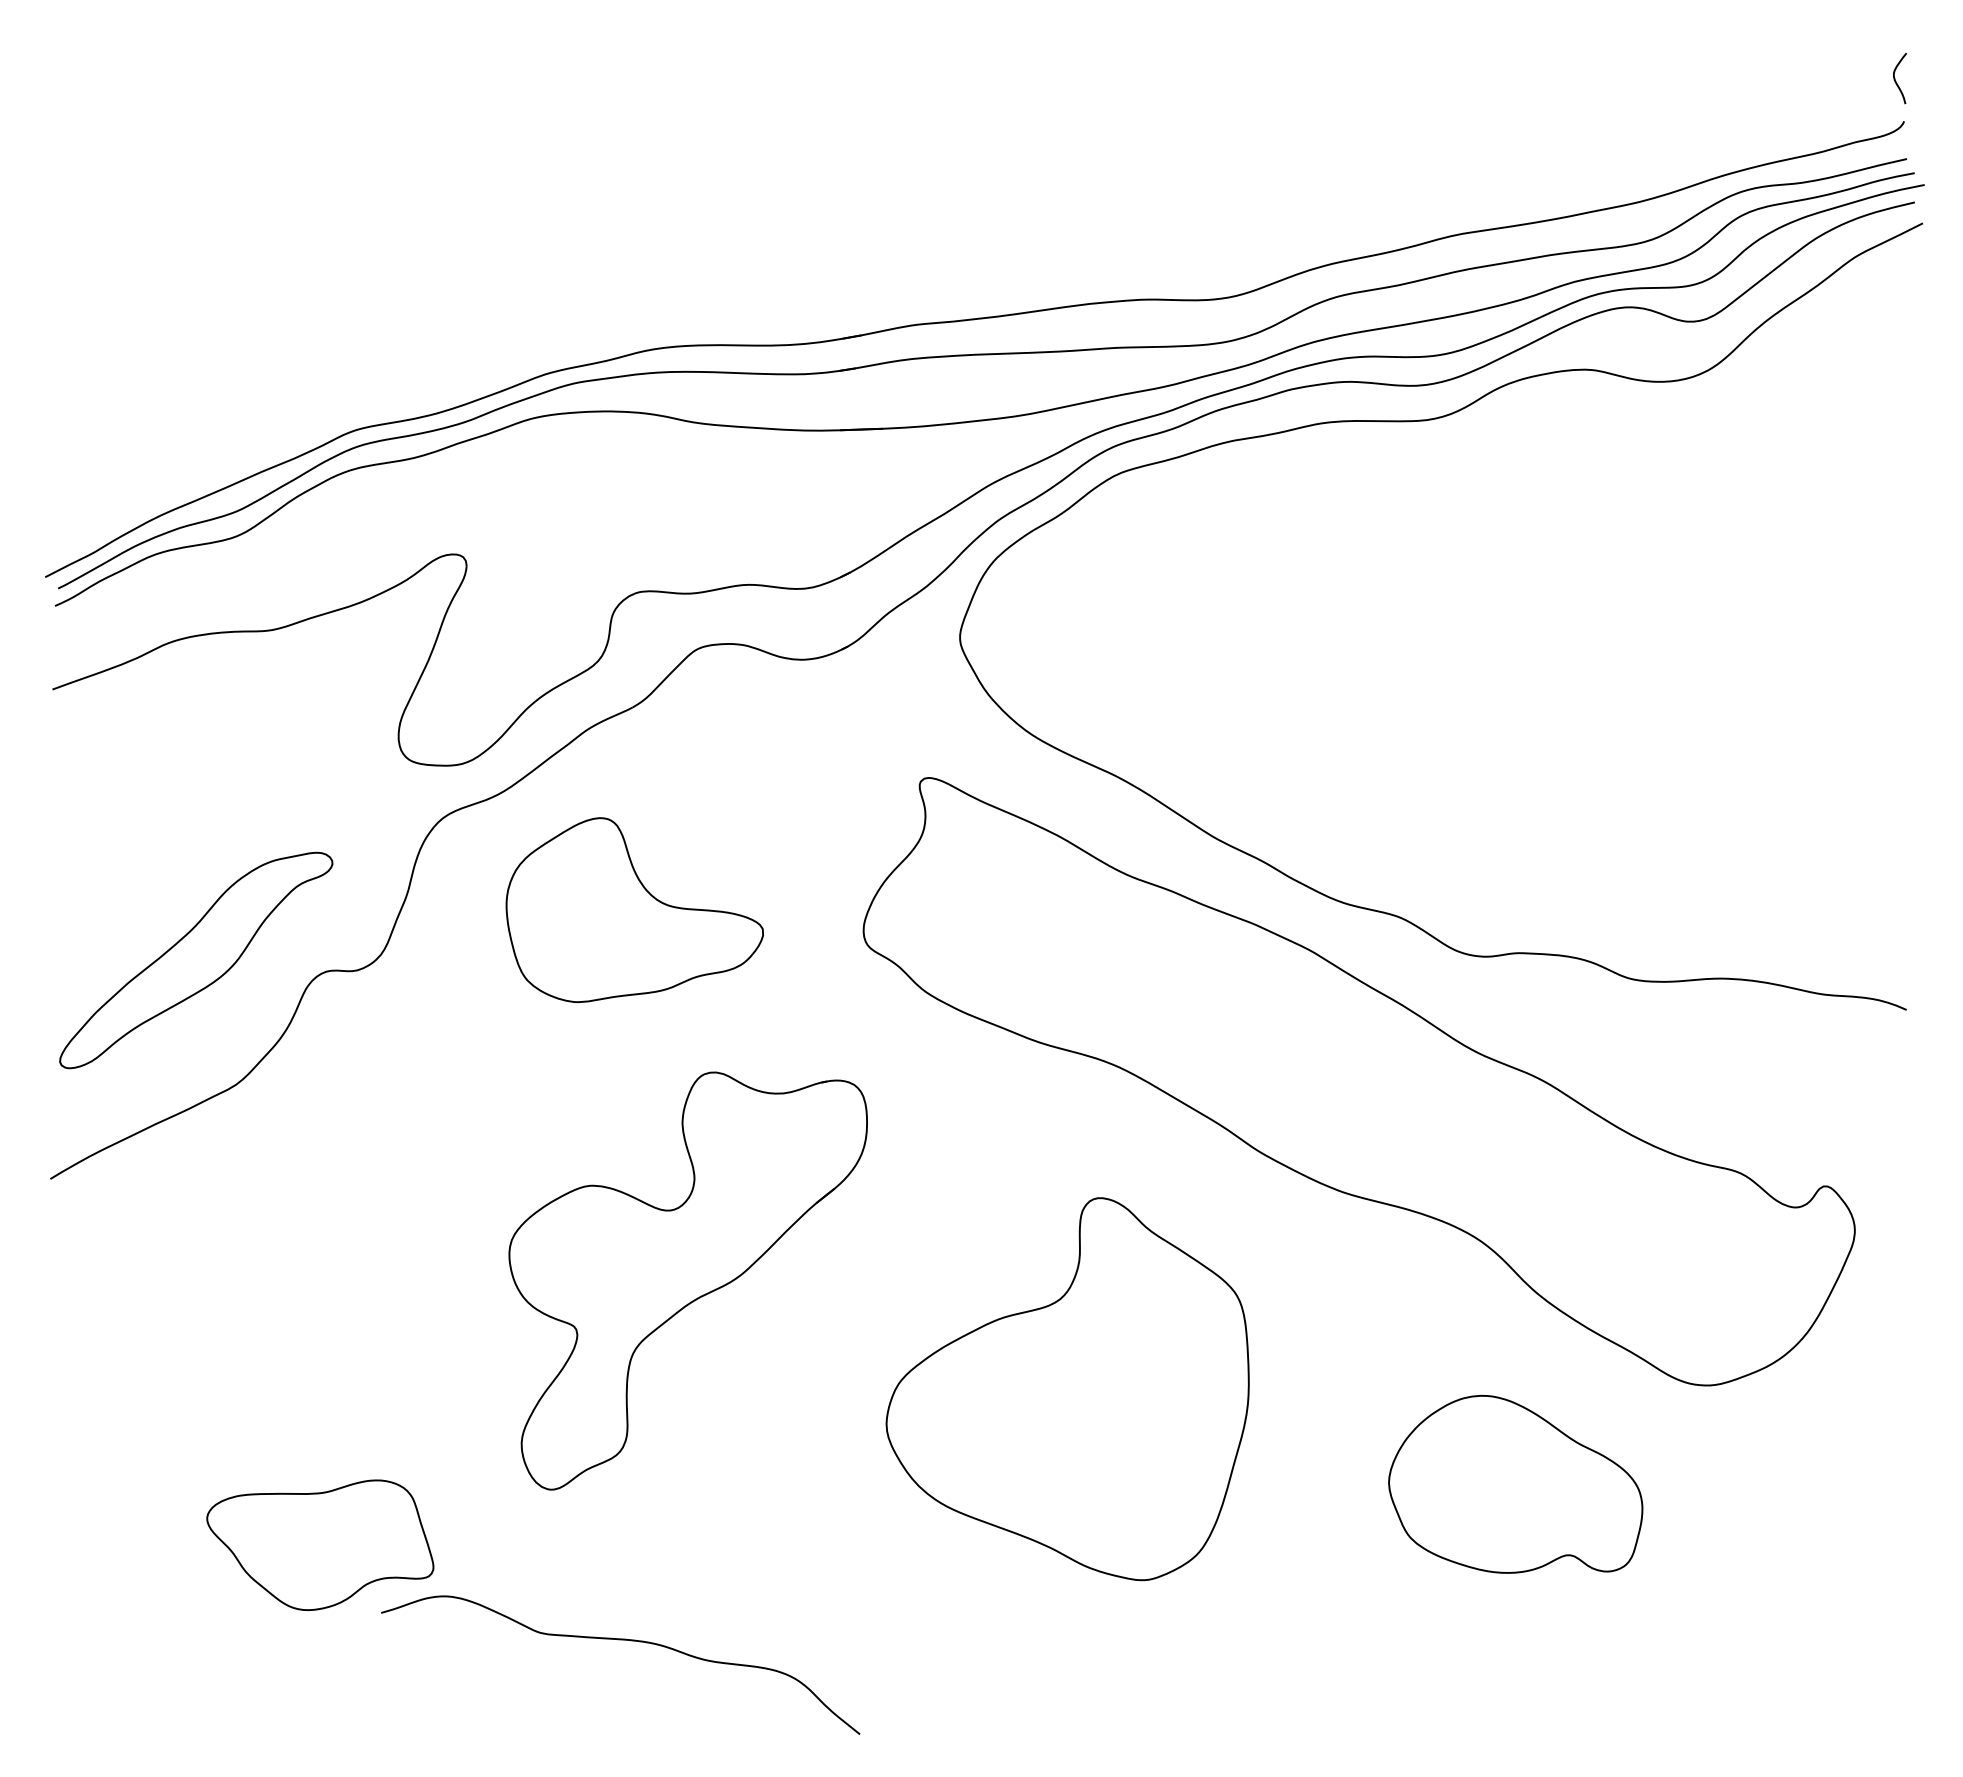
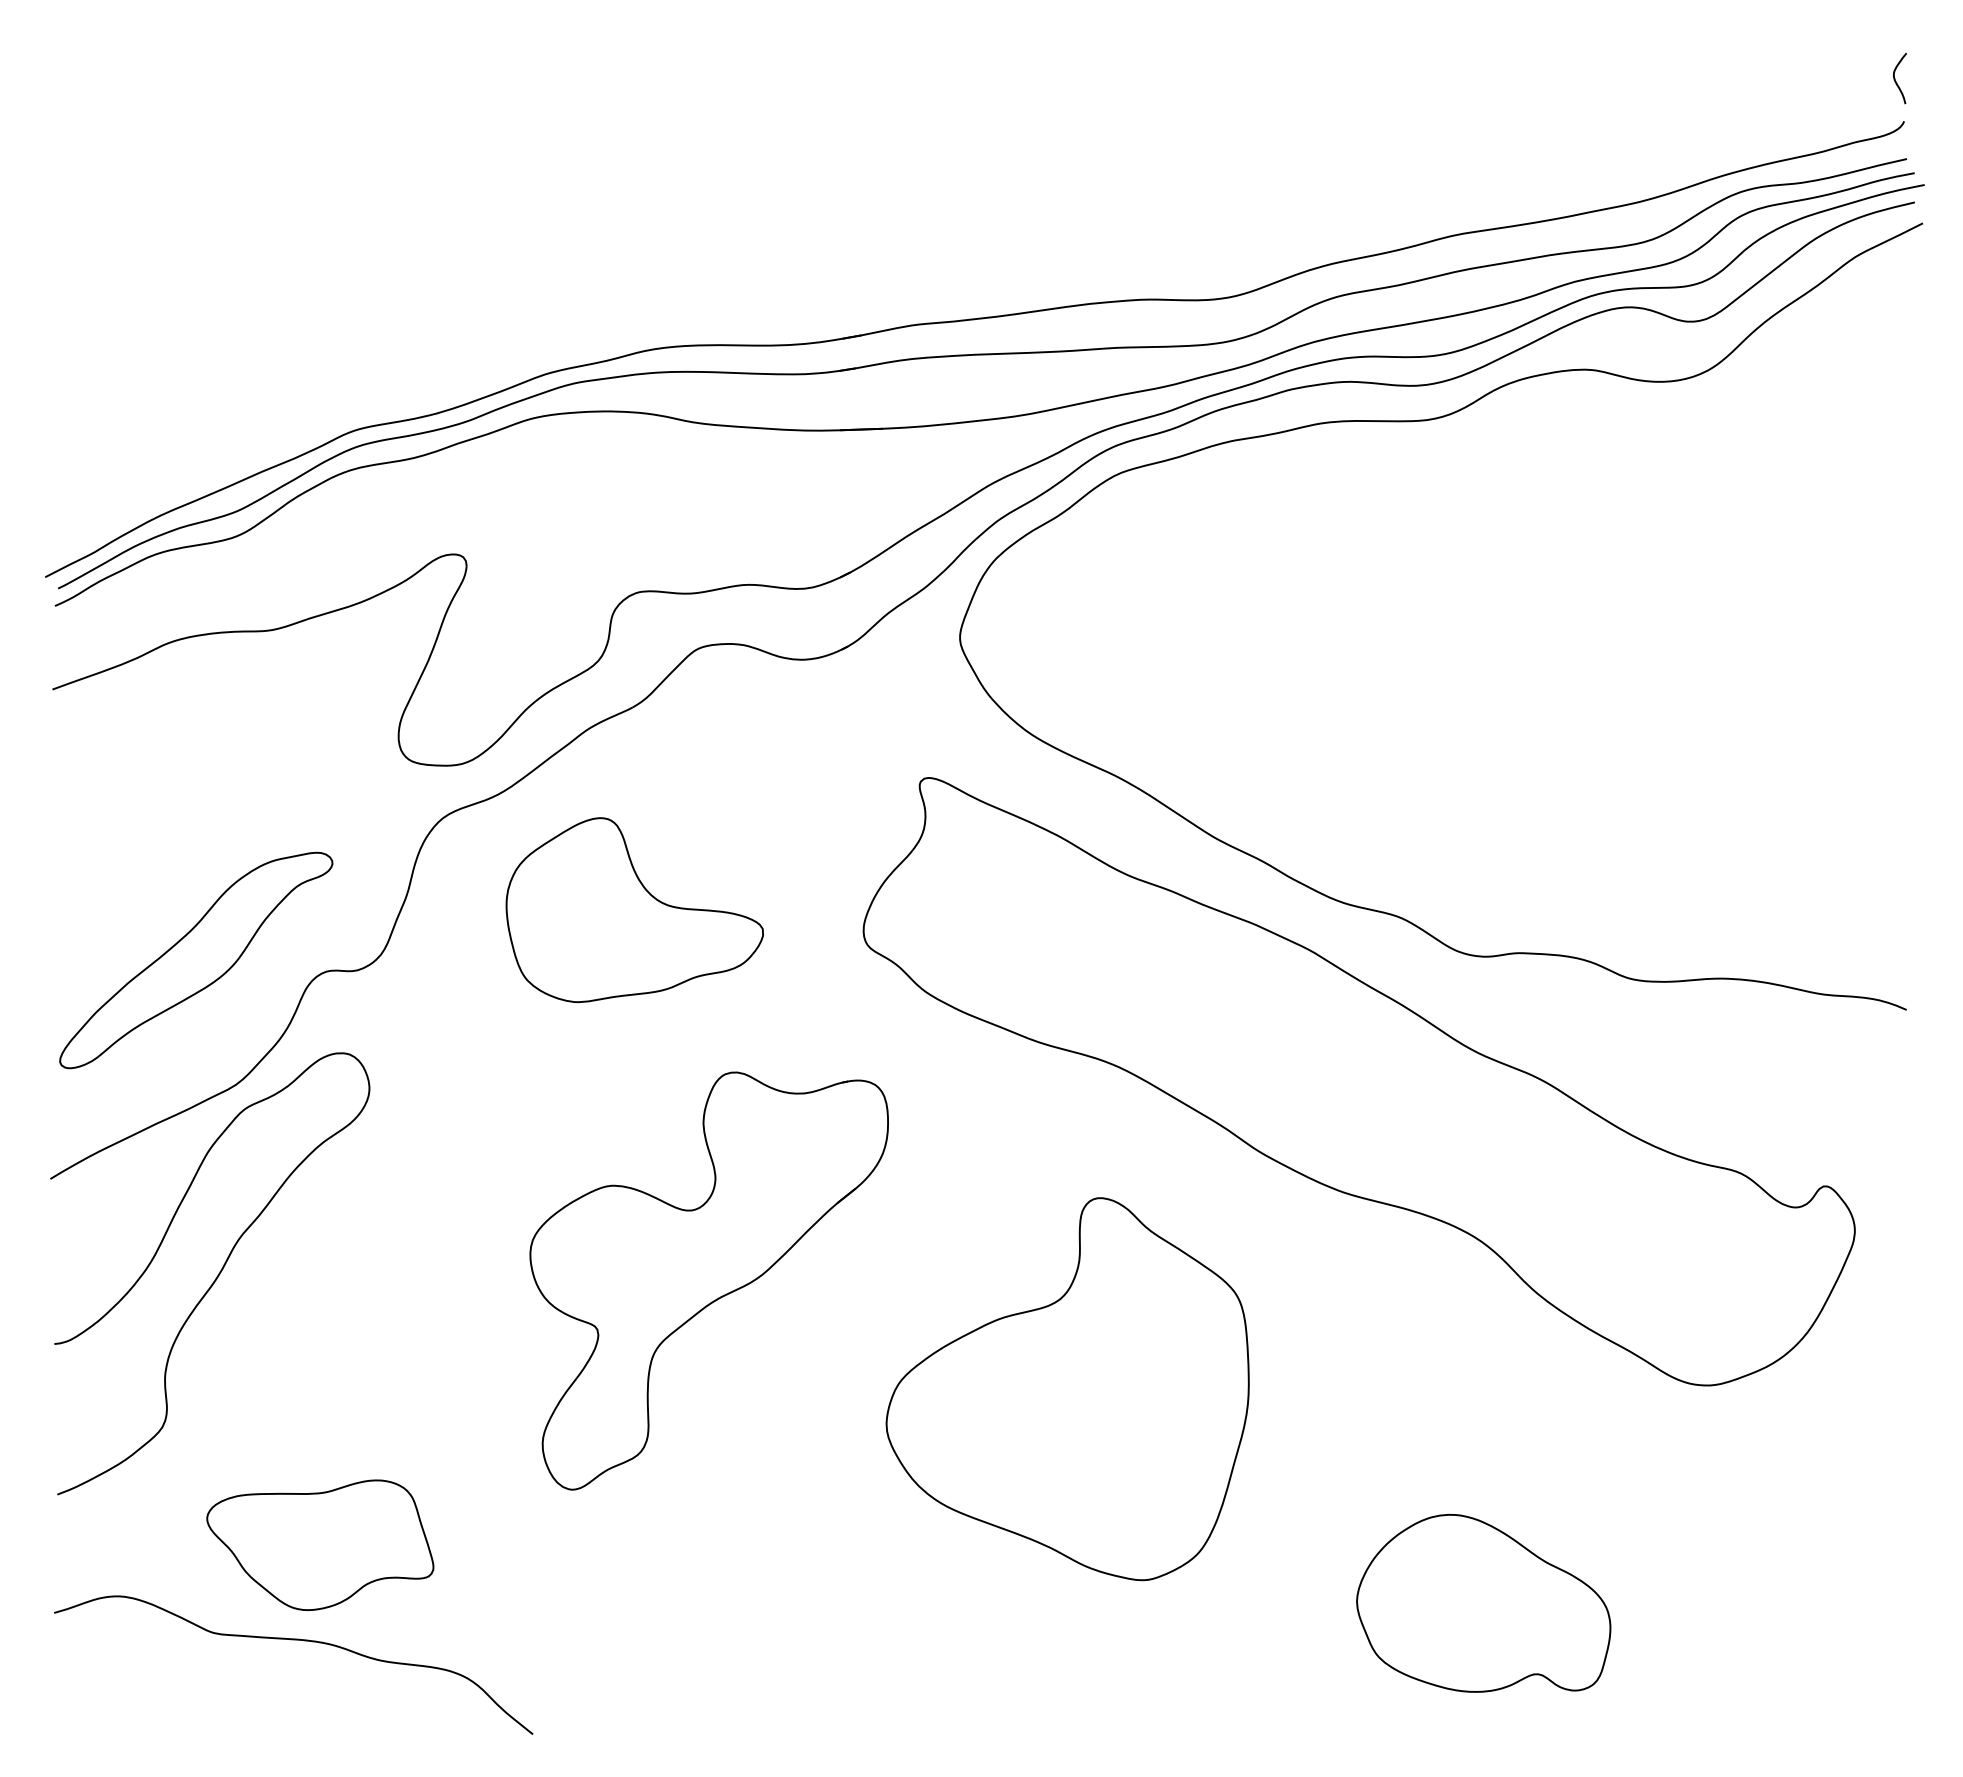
curve at (216, 1276): none -> present
part at (687, 1280) position: (687, 1280) -> (708, 1280)
part at (1515, 1484) position: (1515, 1484) -> (1483, 1603)
curve at (620, 1640) position: (620, 1640) -> (293, 1640)
